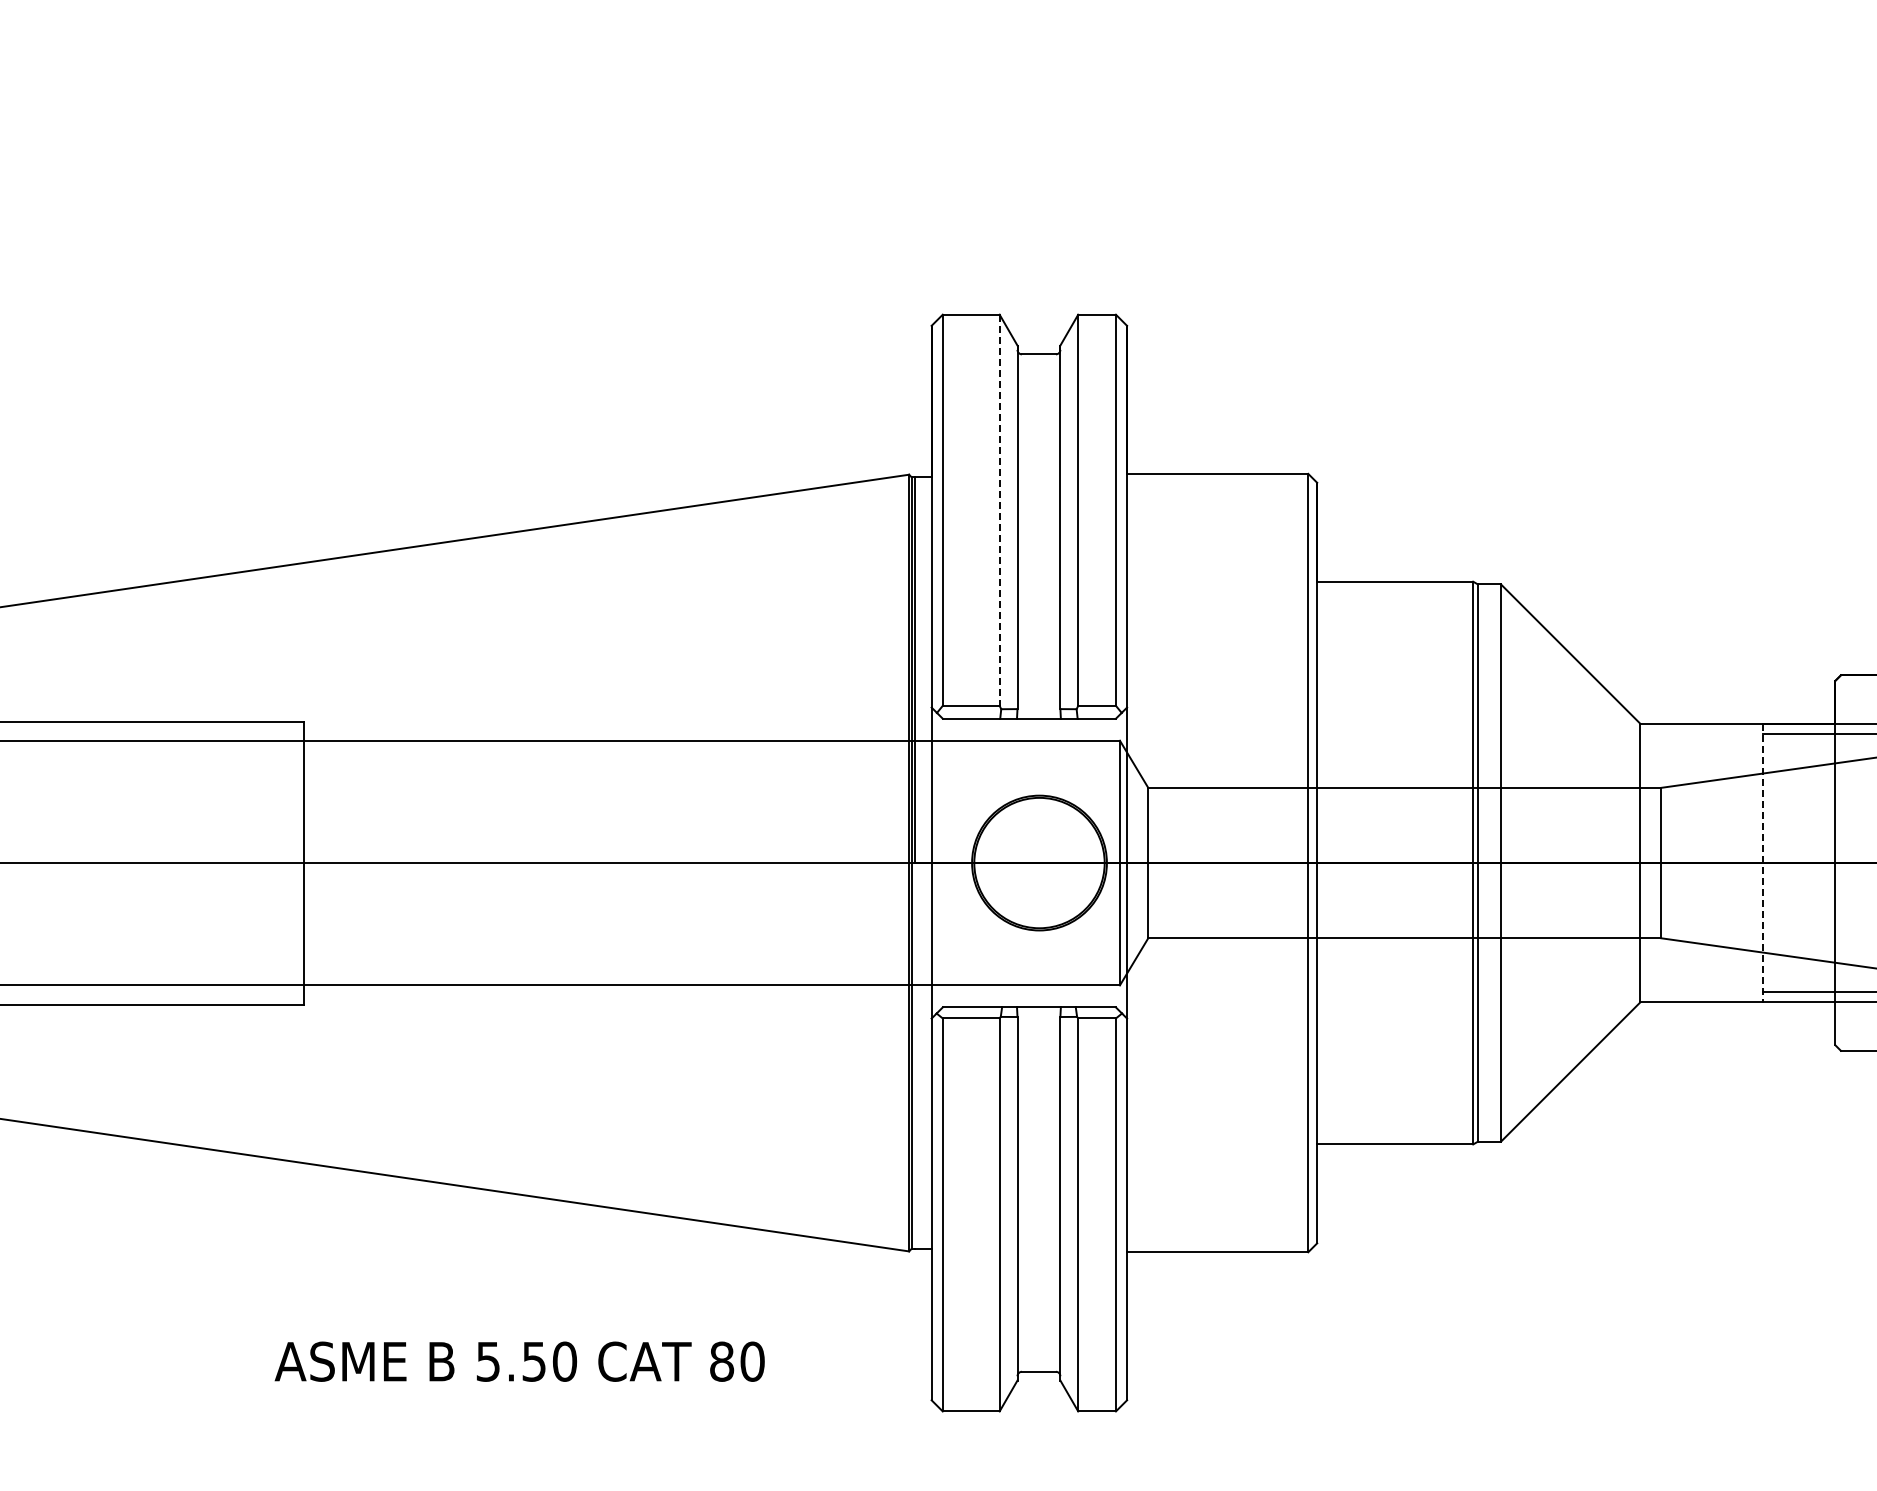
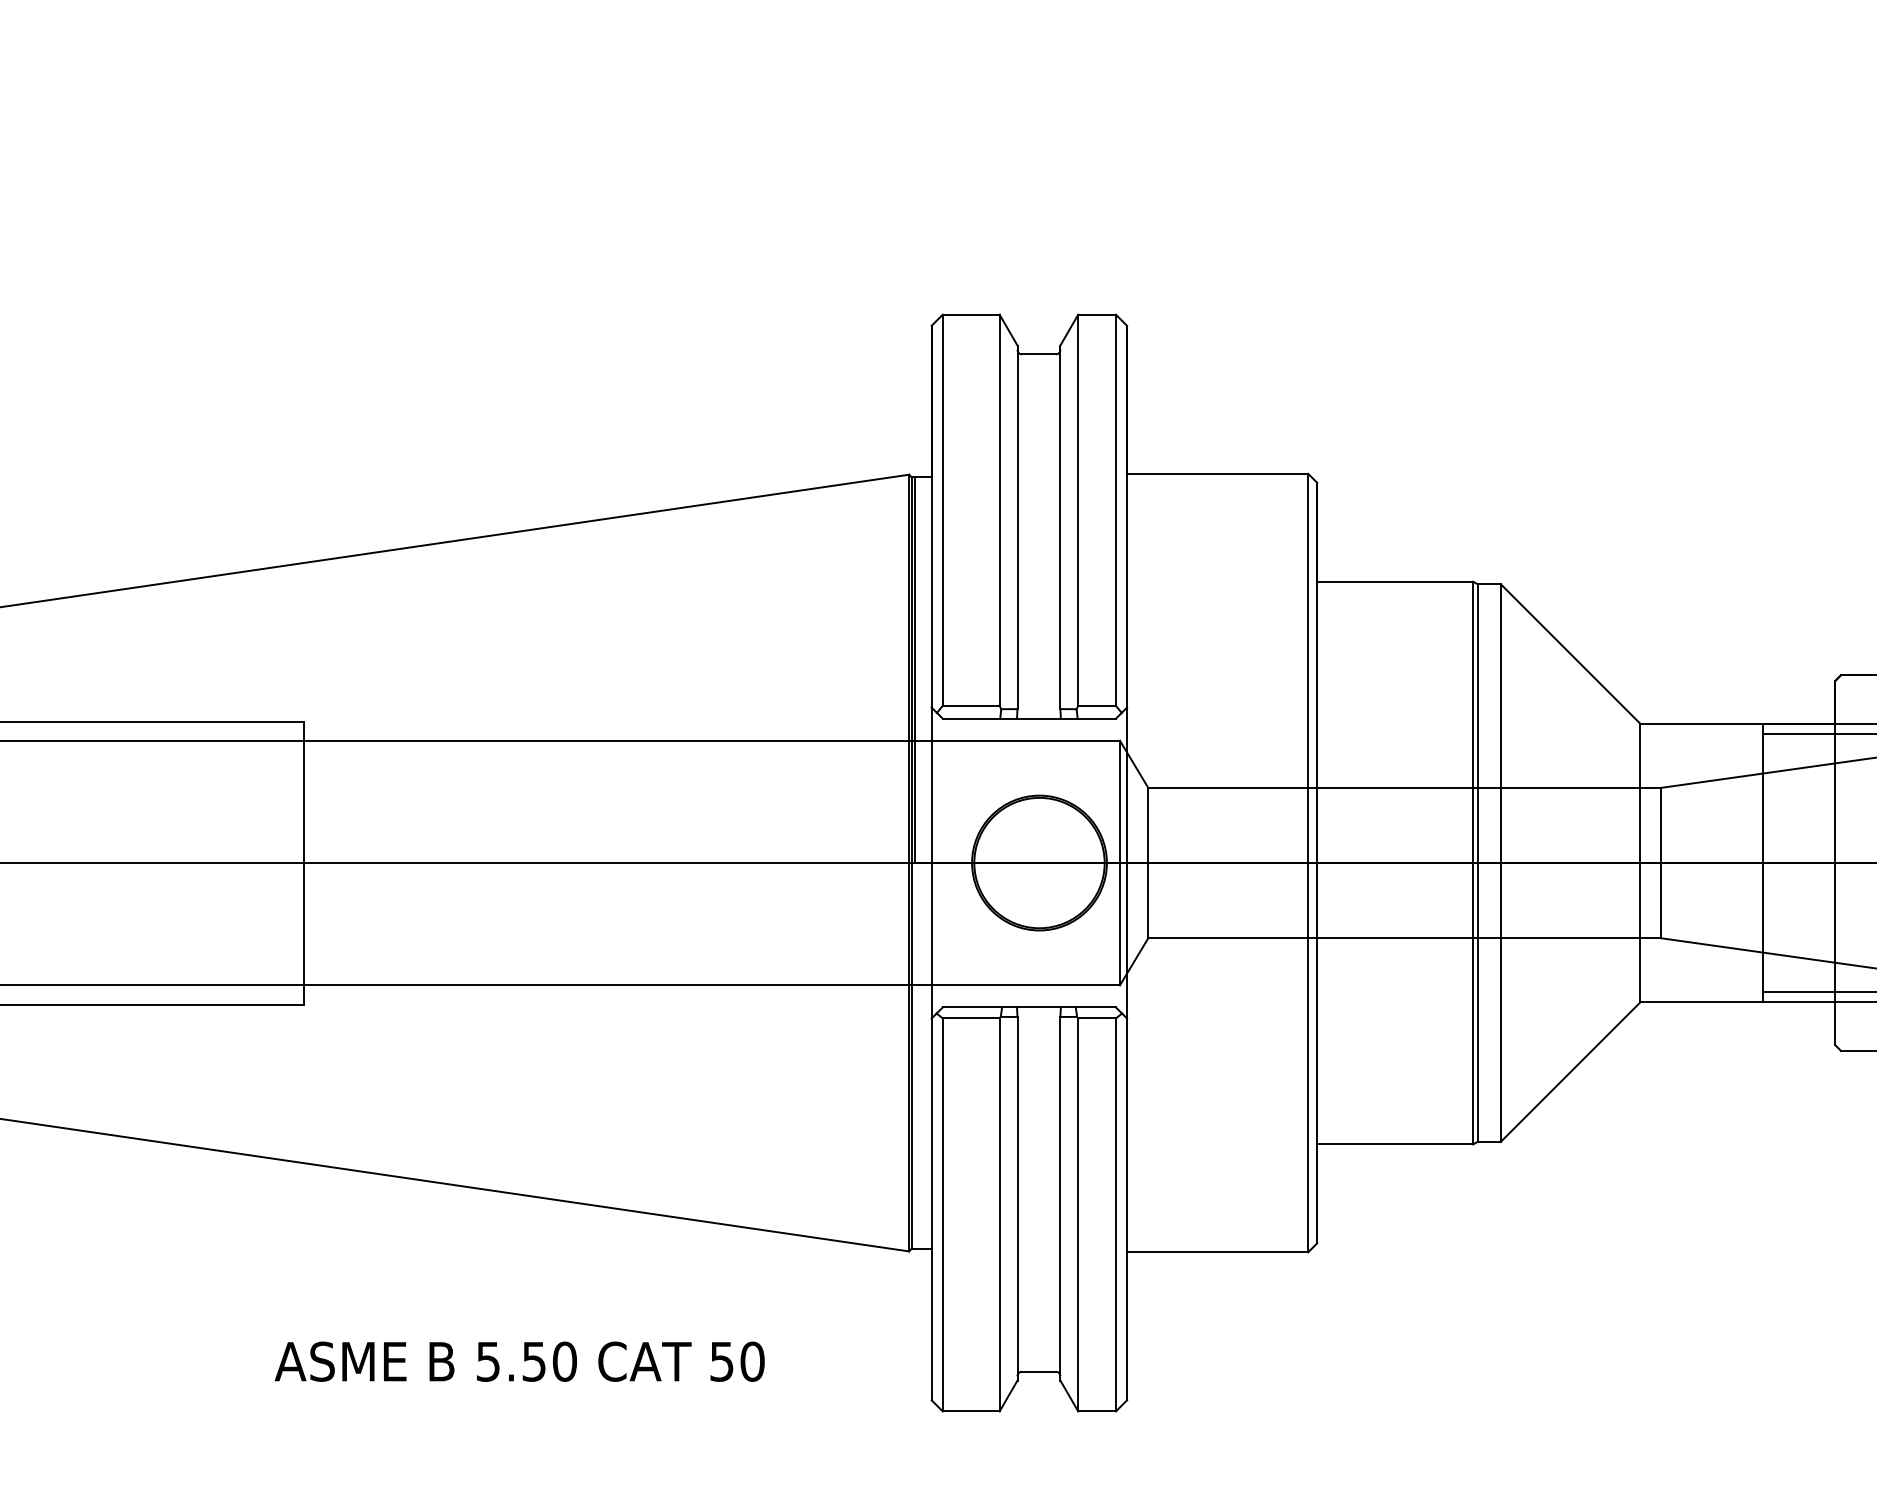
line at (999, 510): dashed -> solid
line at (1762, 863): dashed -> solid
text at (722, 1361): 80 -> 50
